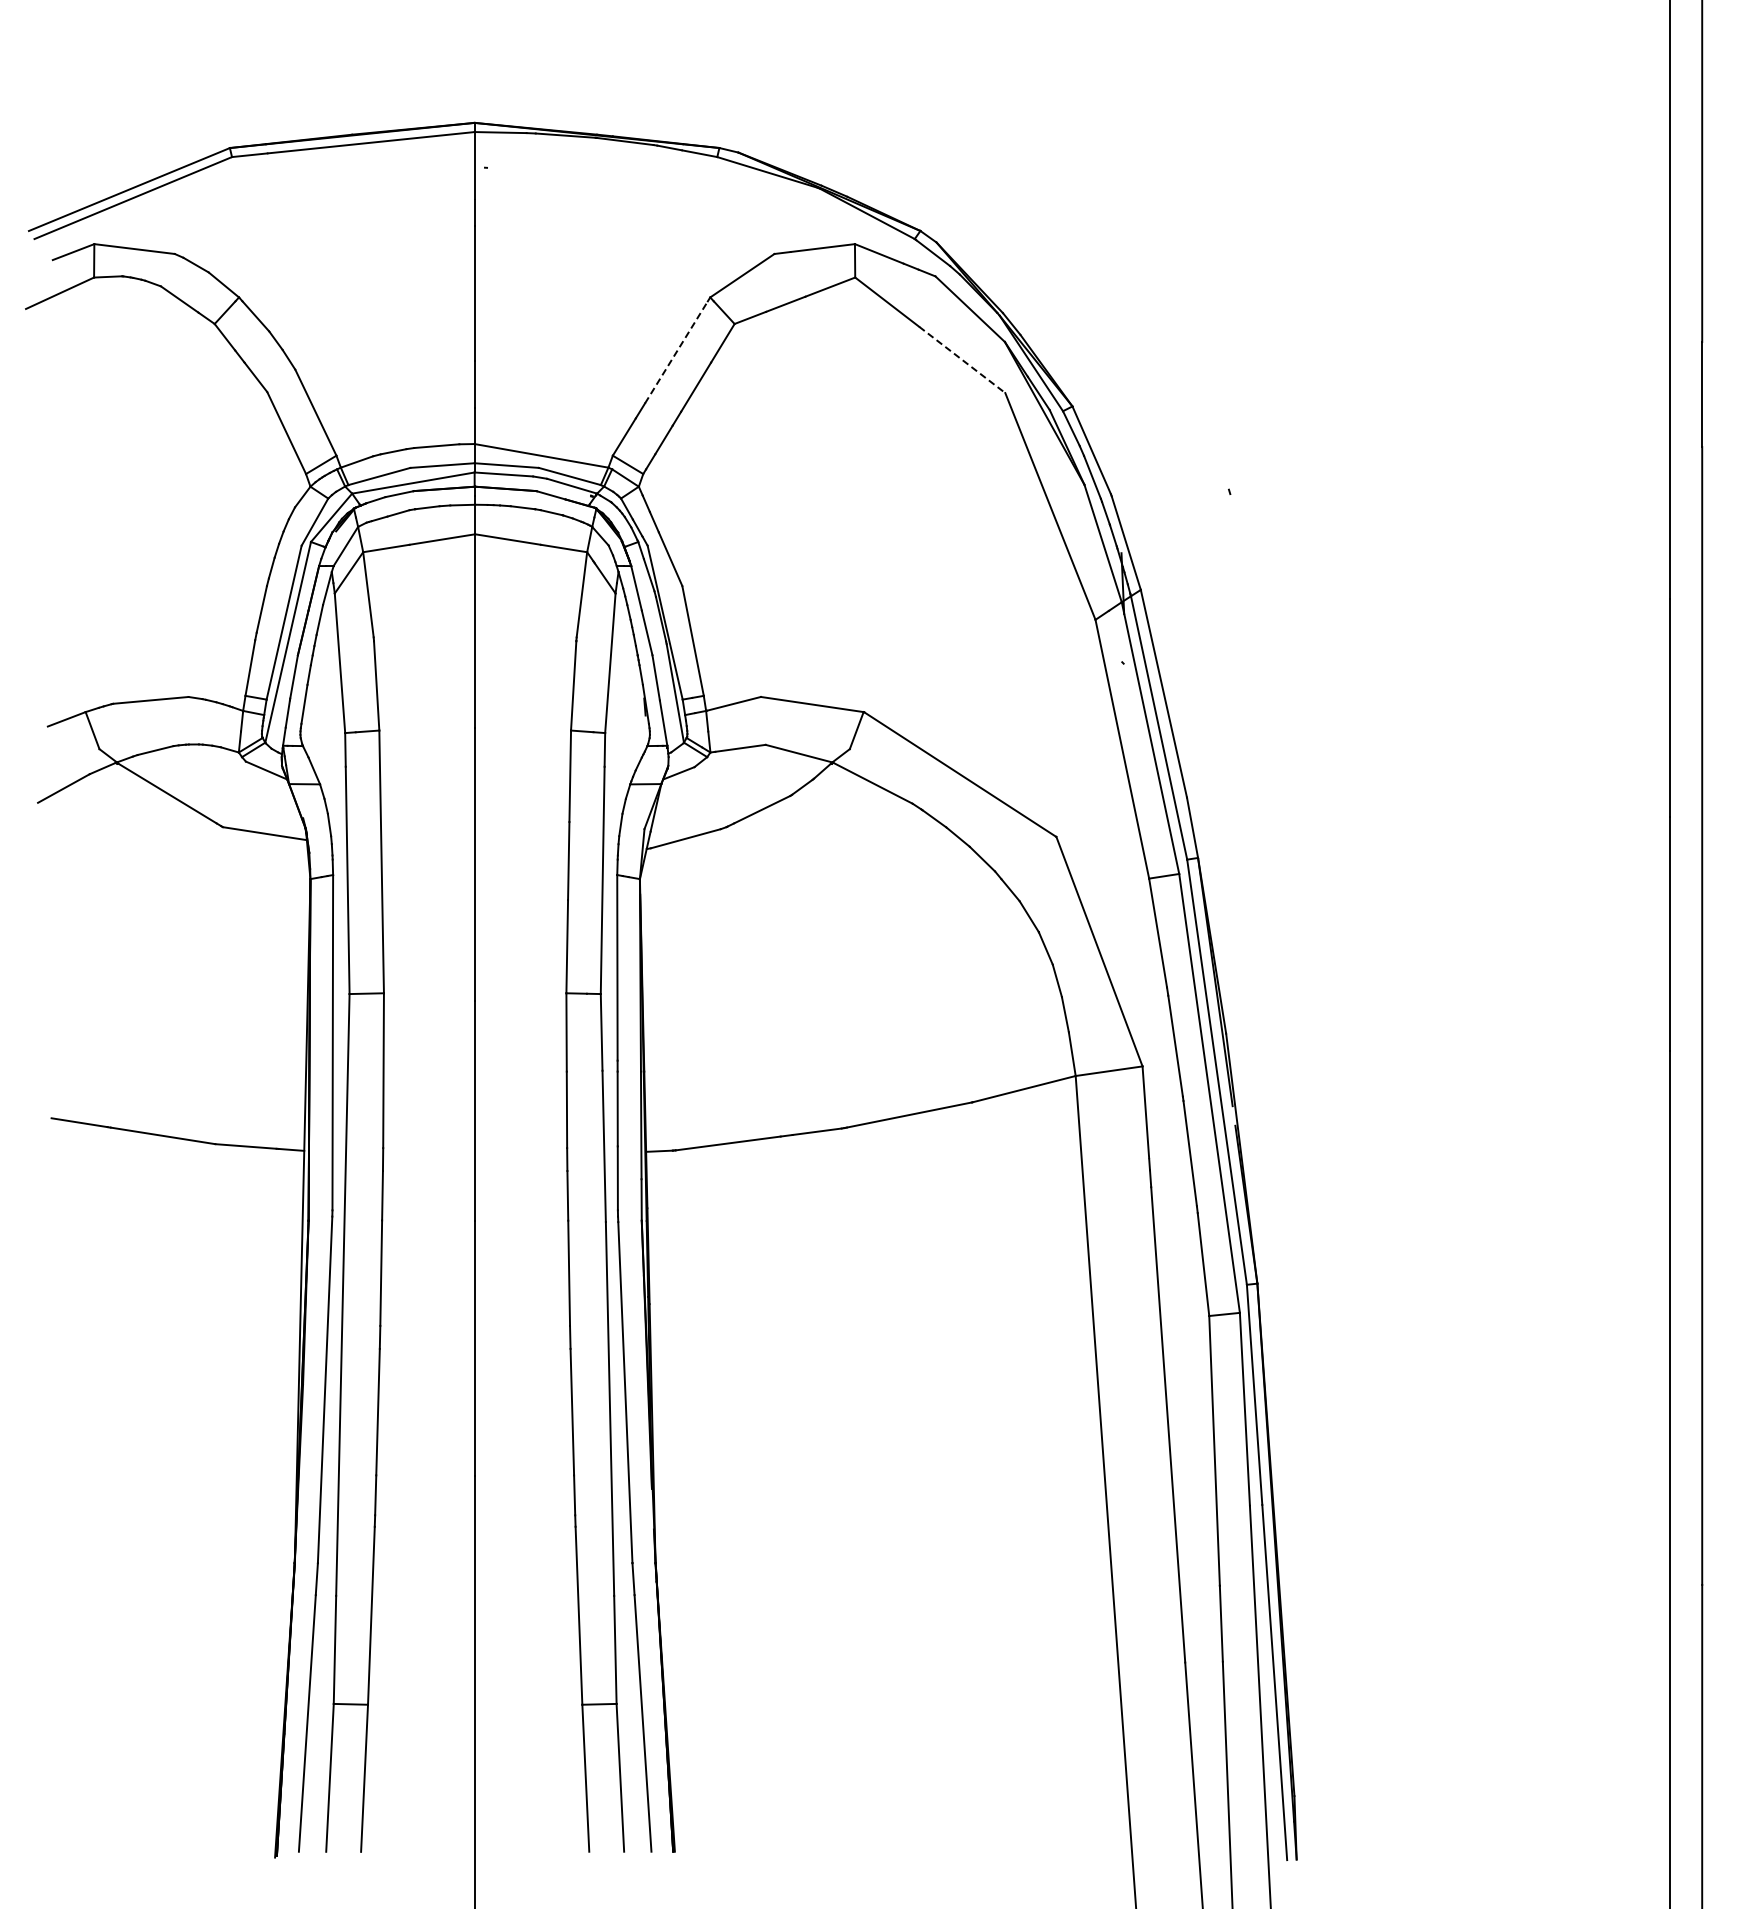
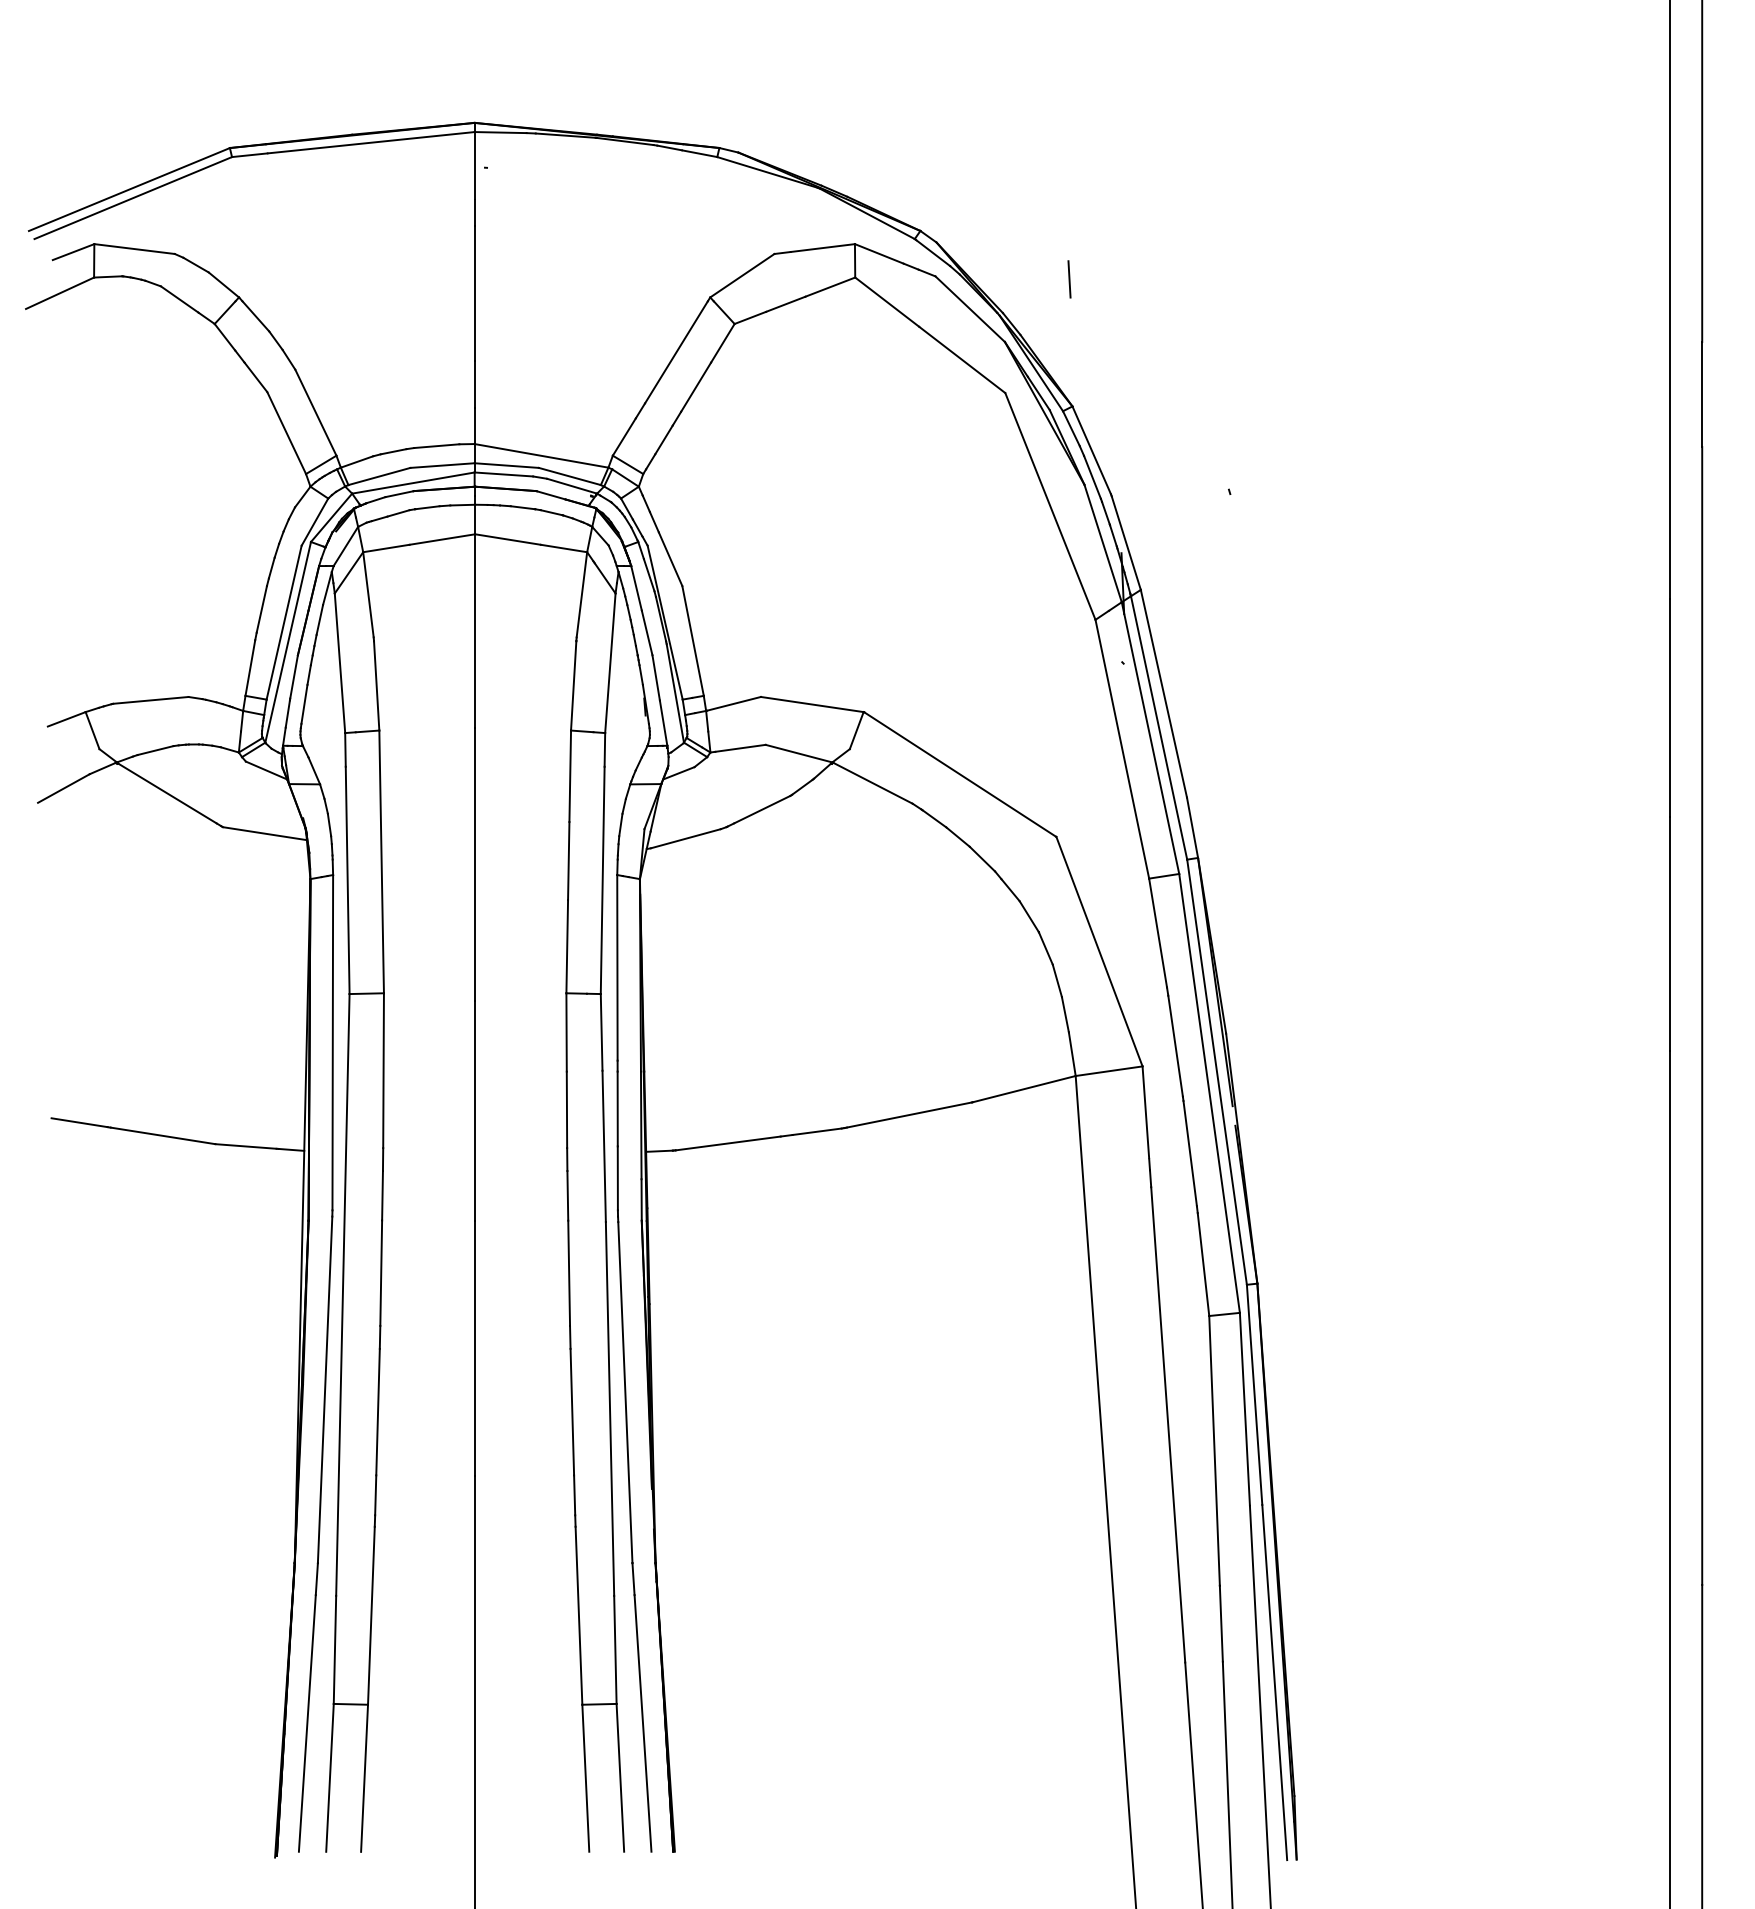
line at (1069, 279): none -> present
line at (676, 352): dashed -> solid
line at (962, 360): dashed -> solid
